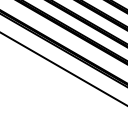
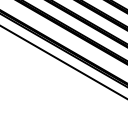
line at (63, 68) position: (63, 68) -> (63, 61)
